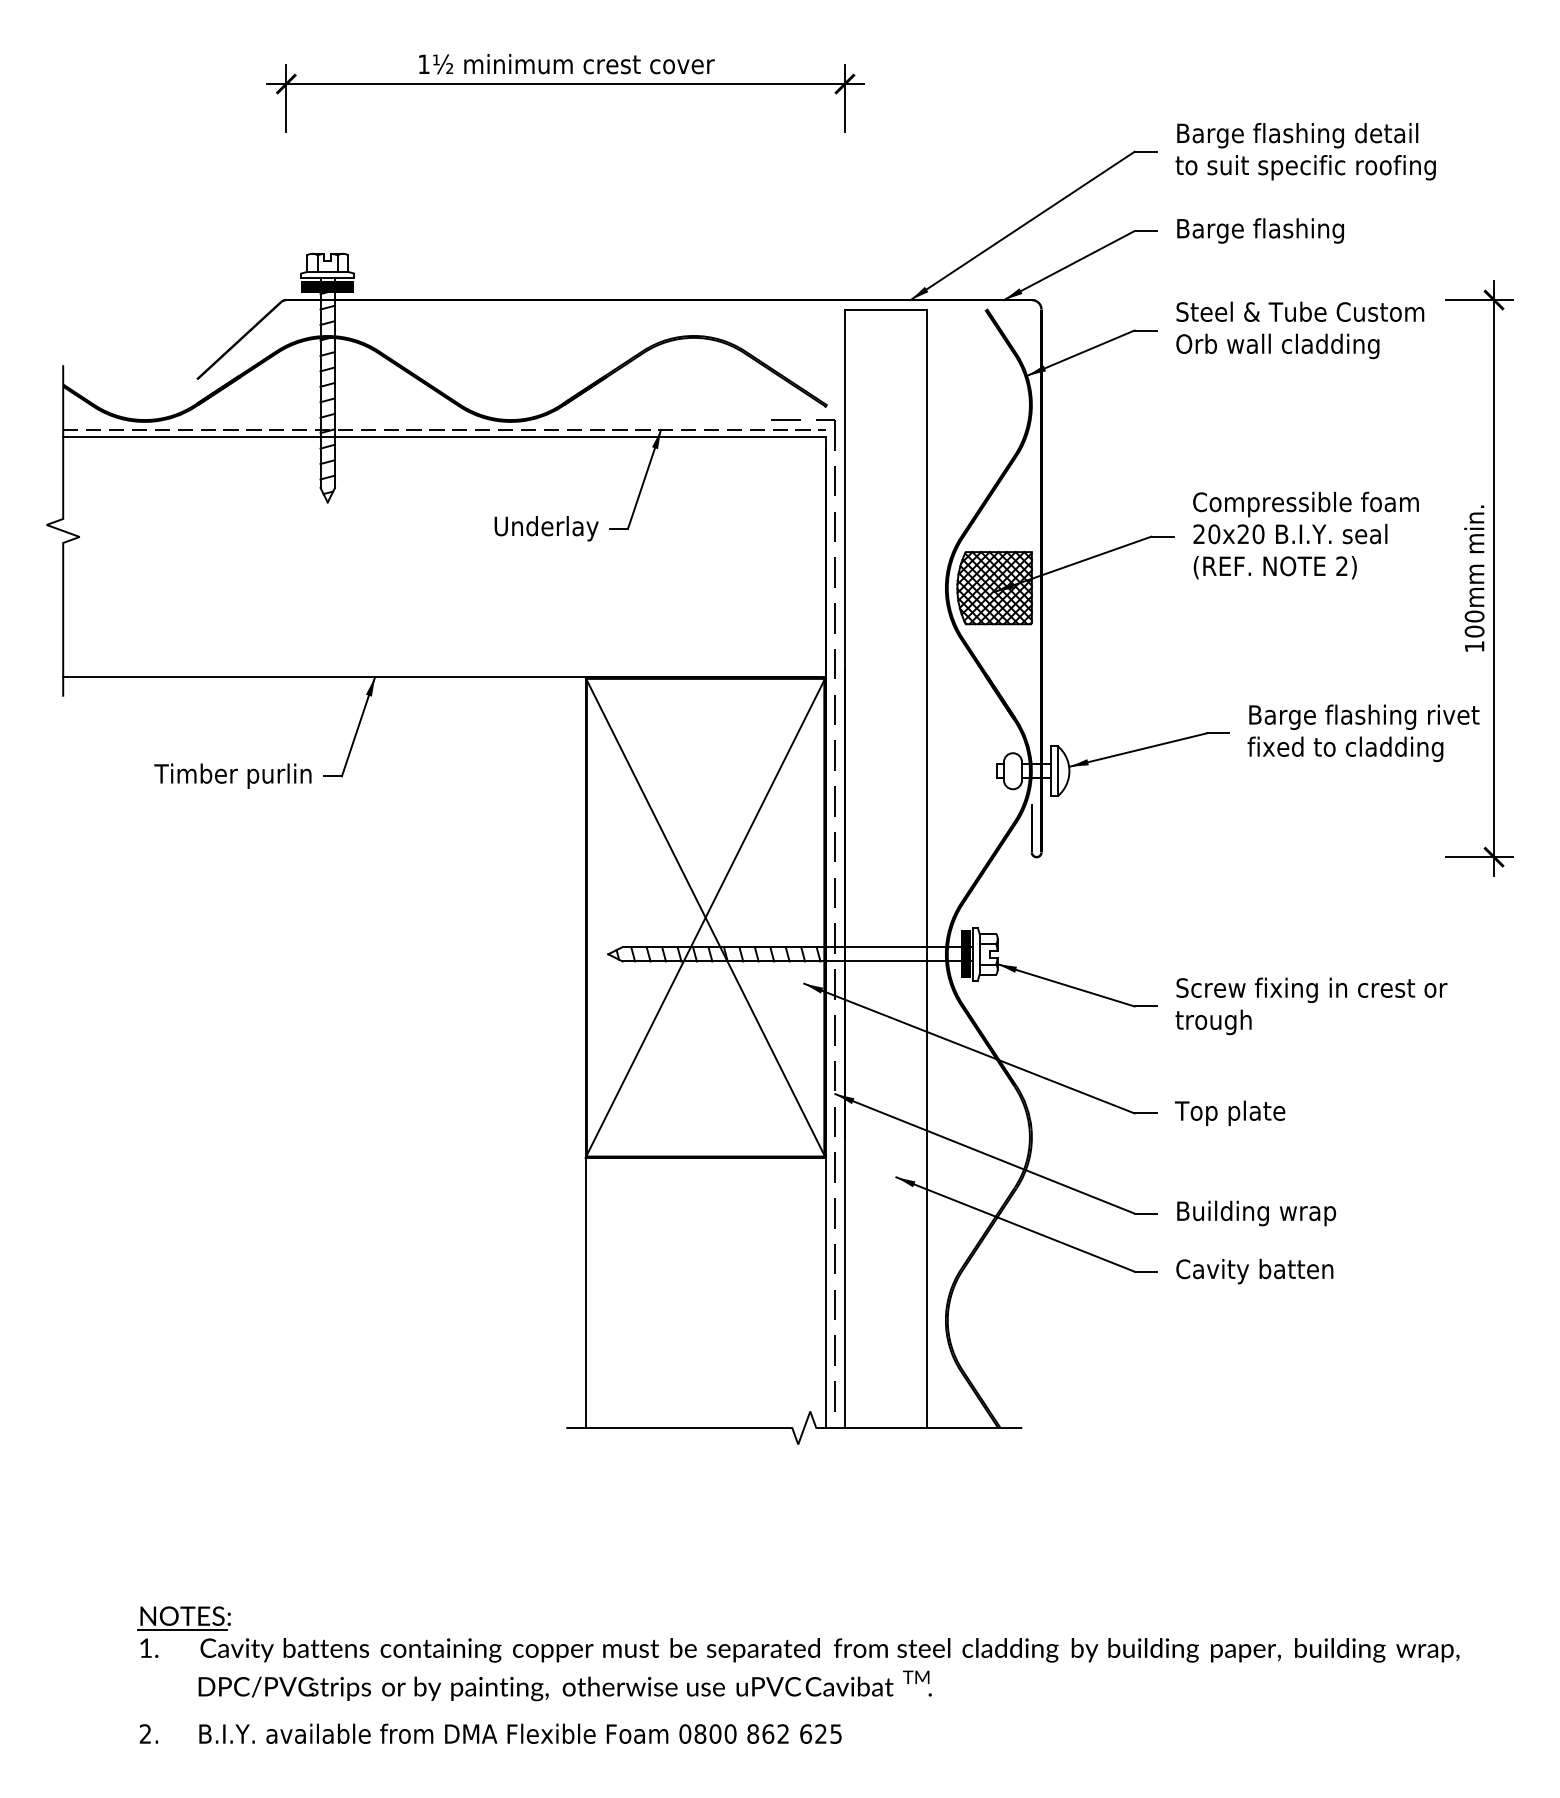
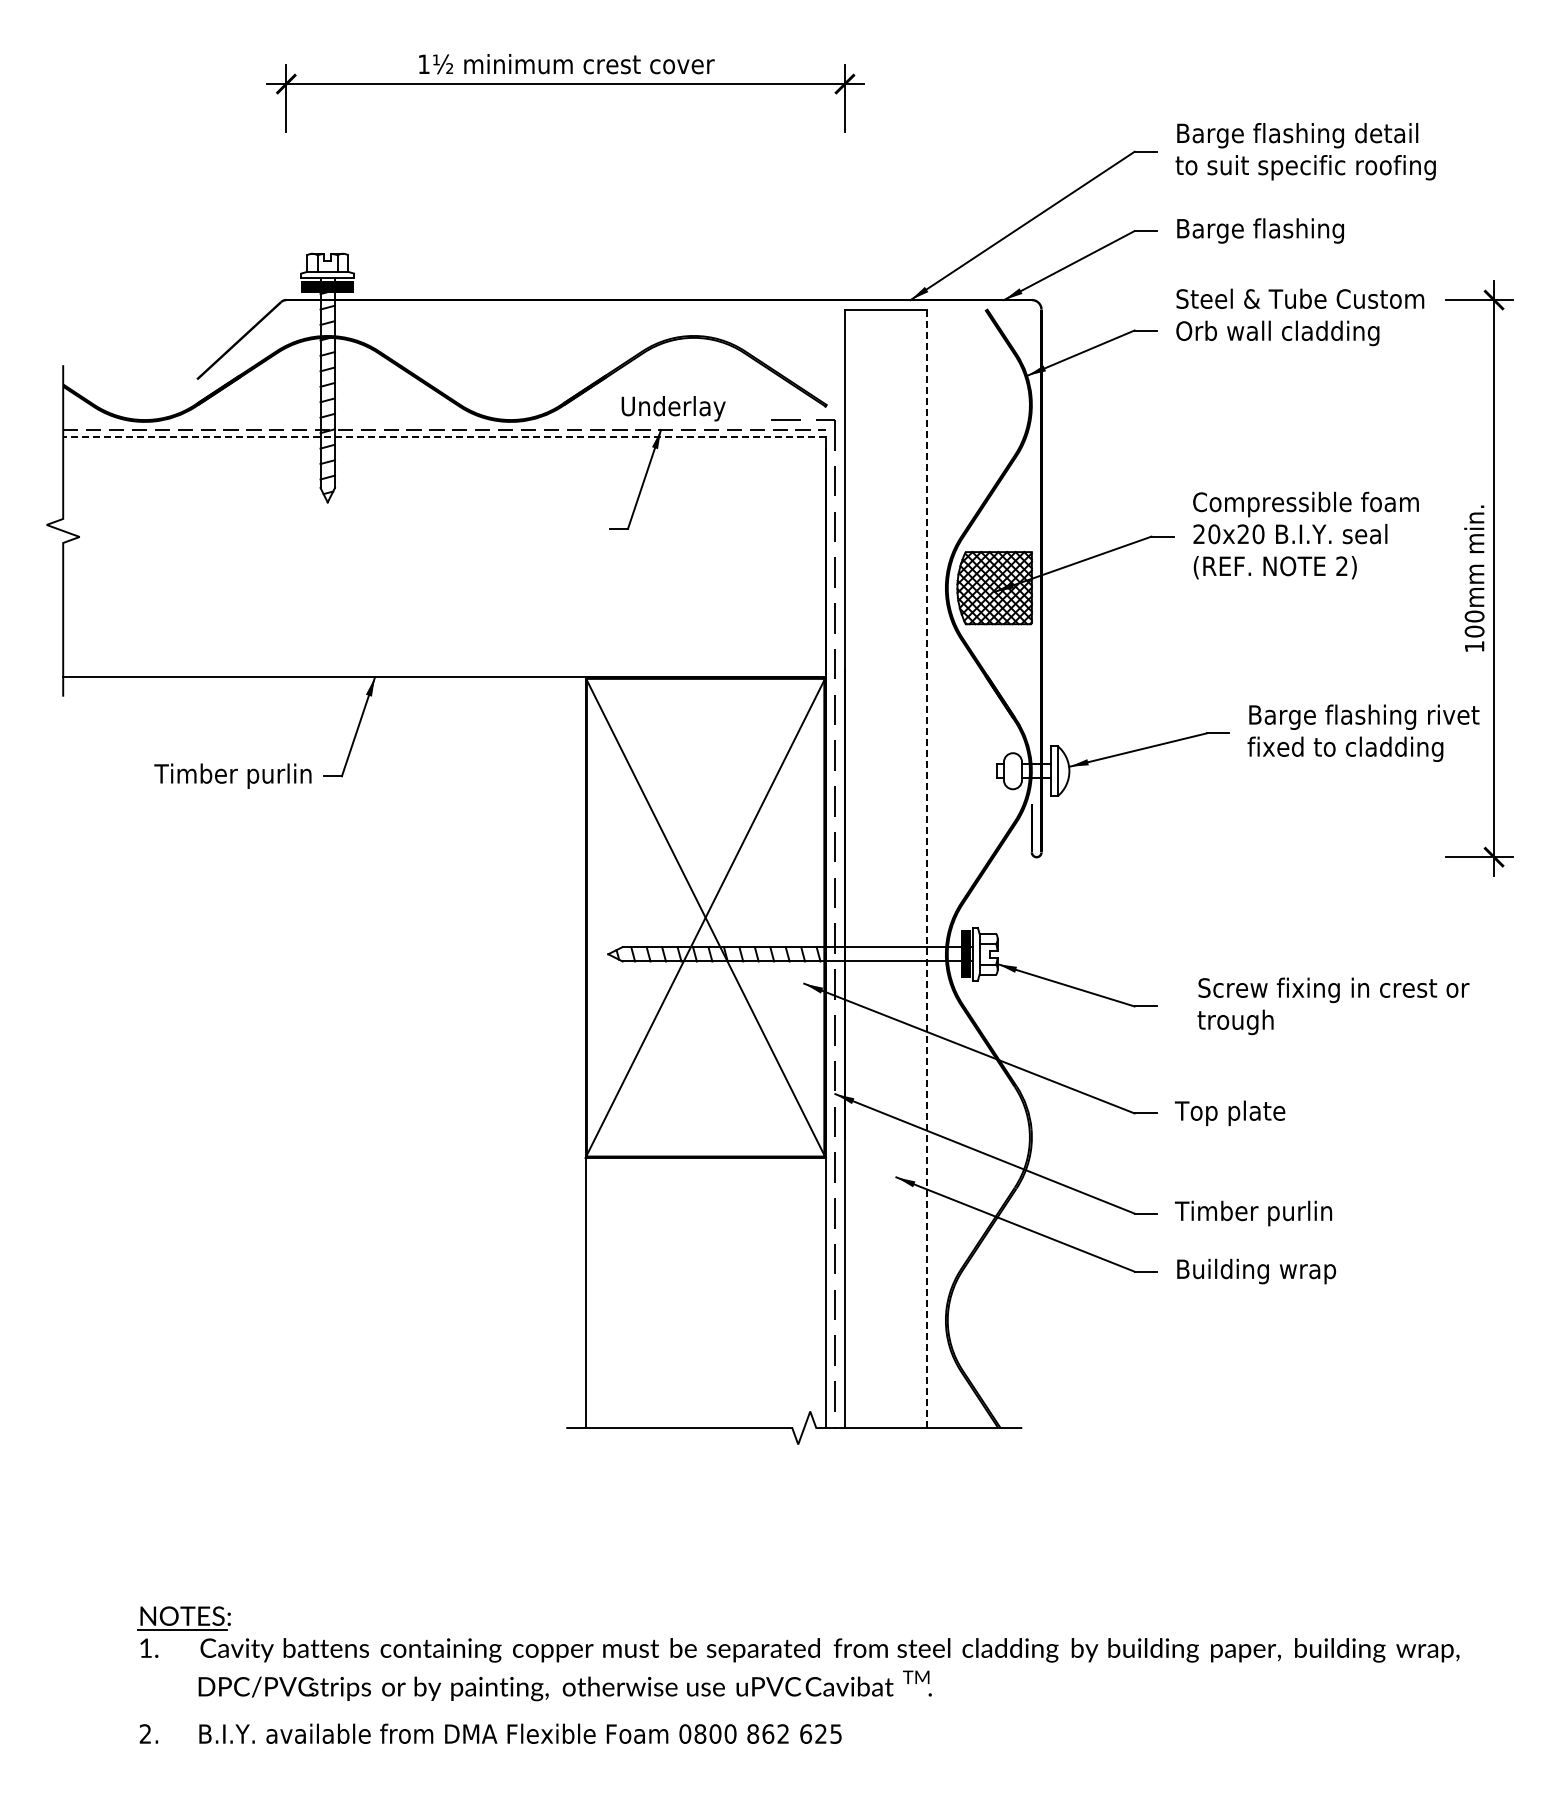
text at (1300, 330) position: (1300, 330) -> (1300, 317)
line at (443, 437): solid -> dashed
text at (546, 528) position: (546, 528) -> (673, 408)
line at (926, 868): solid -> dashed
text at (1311, 1006) position: (1311, 1006) -> (1333, 1006)
text at (1255, 1213): Building wrap -> Timber purlin
text at (1256, 1271): Cavity batten -> Building wrap
